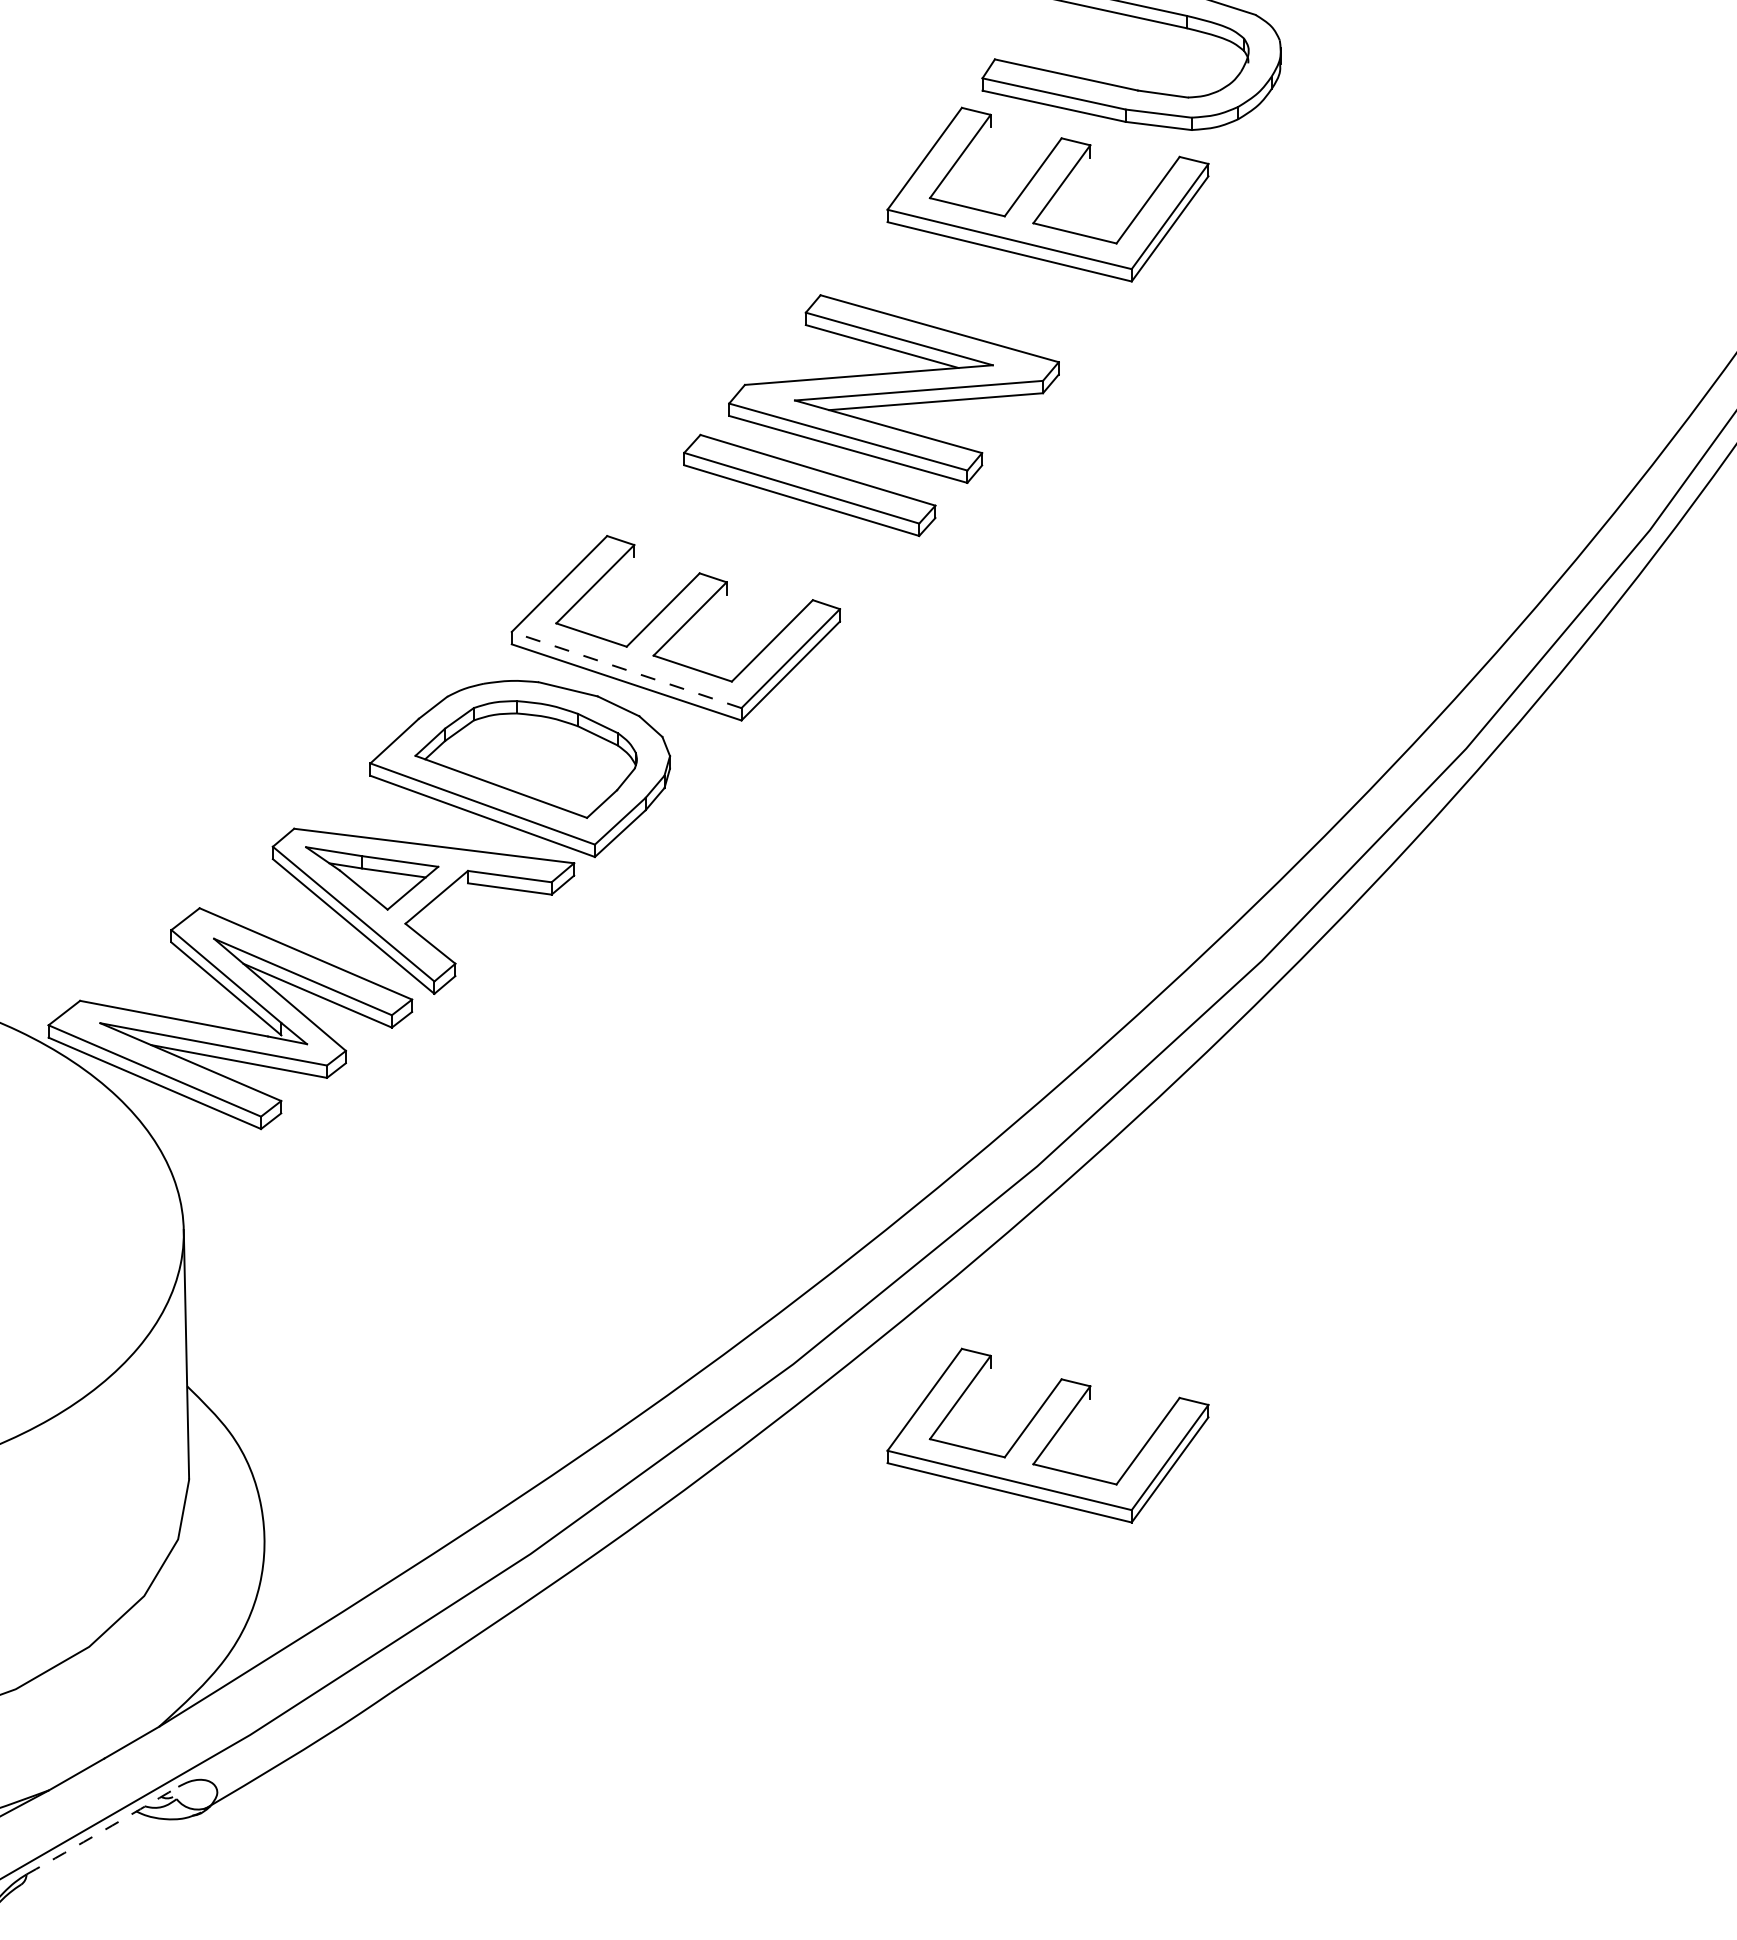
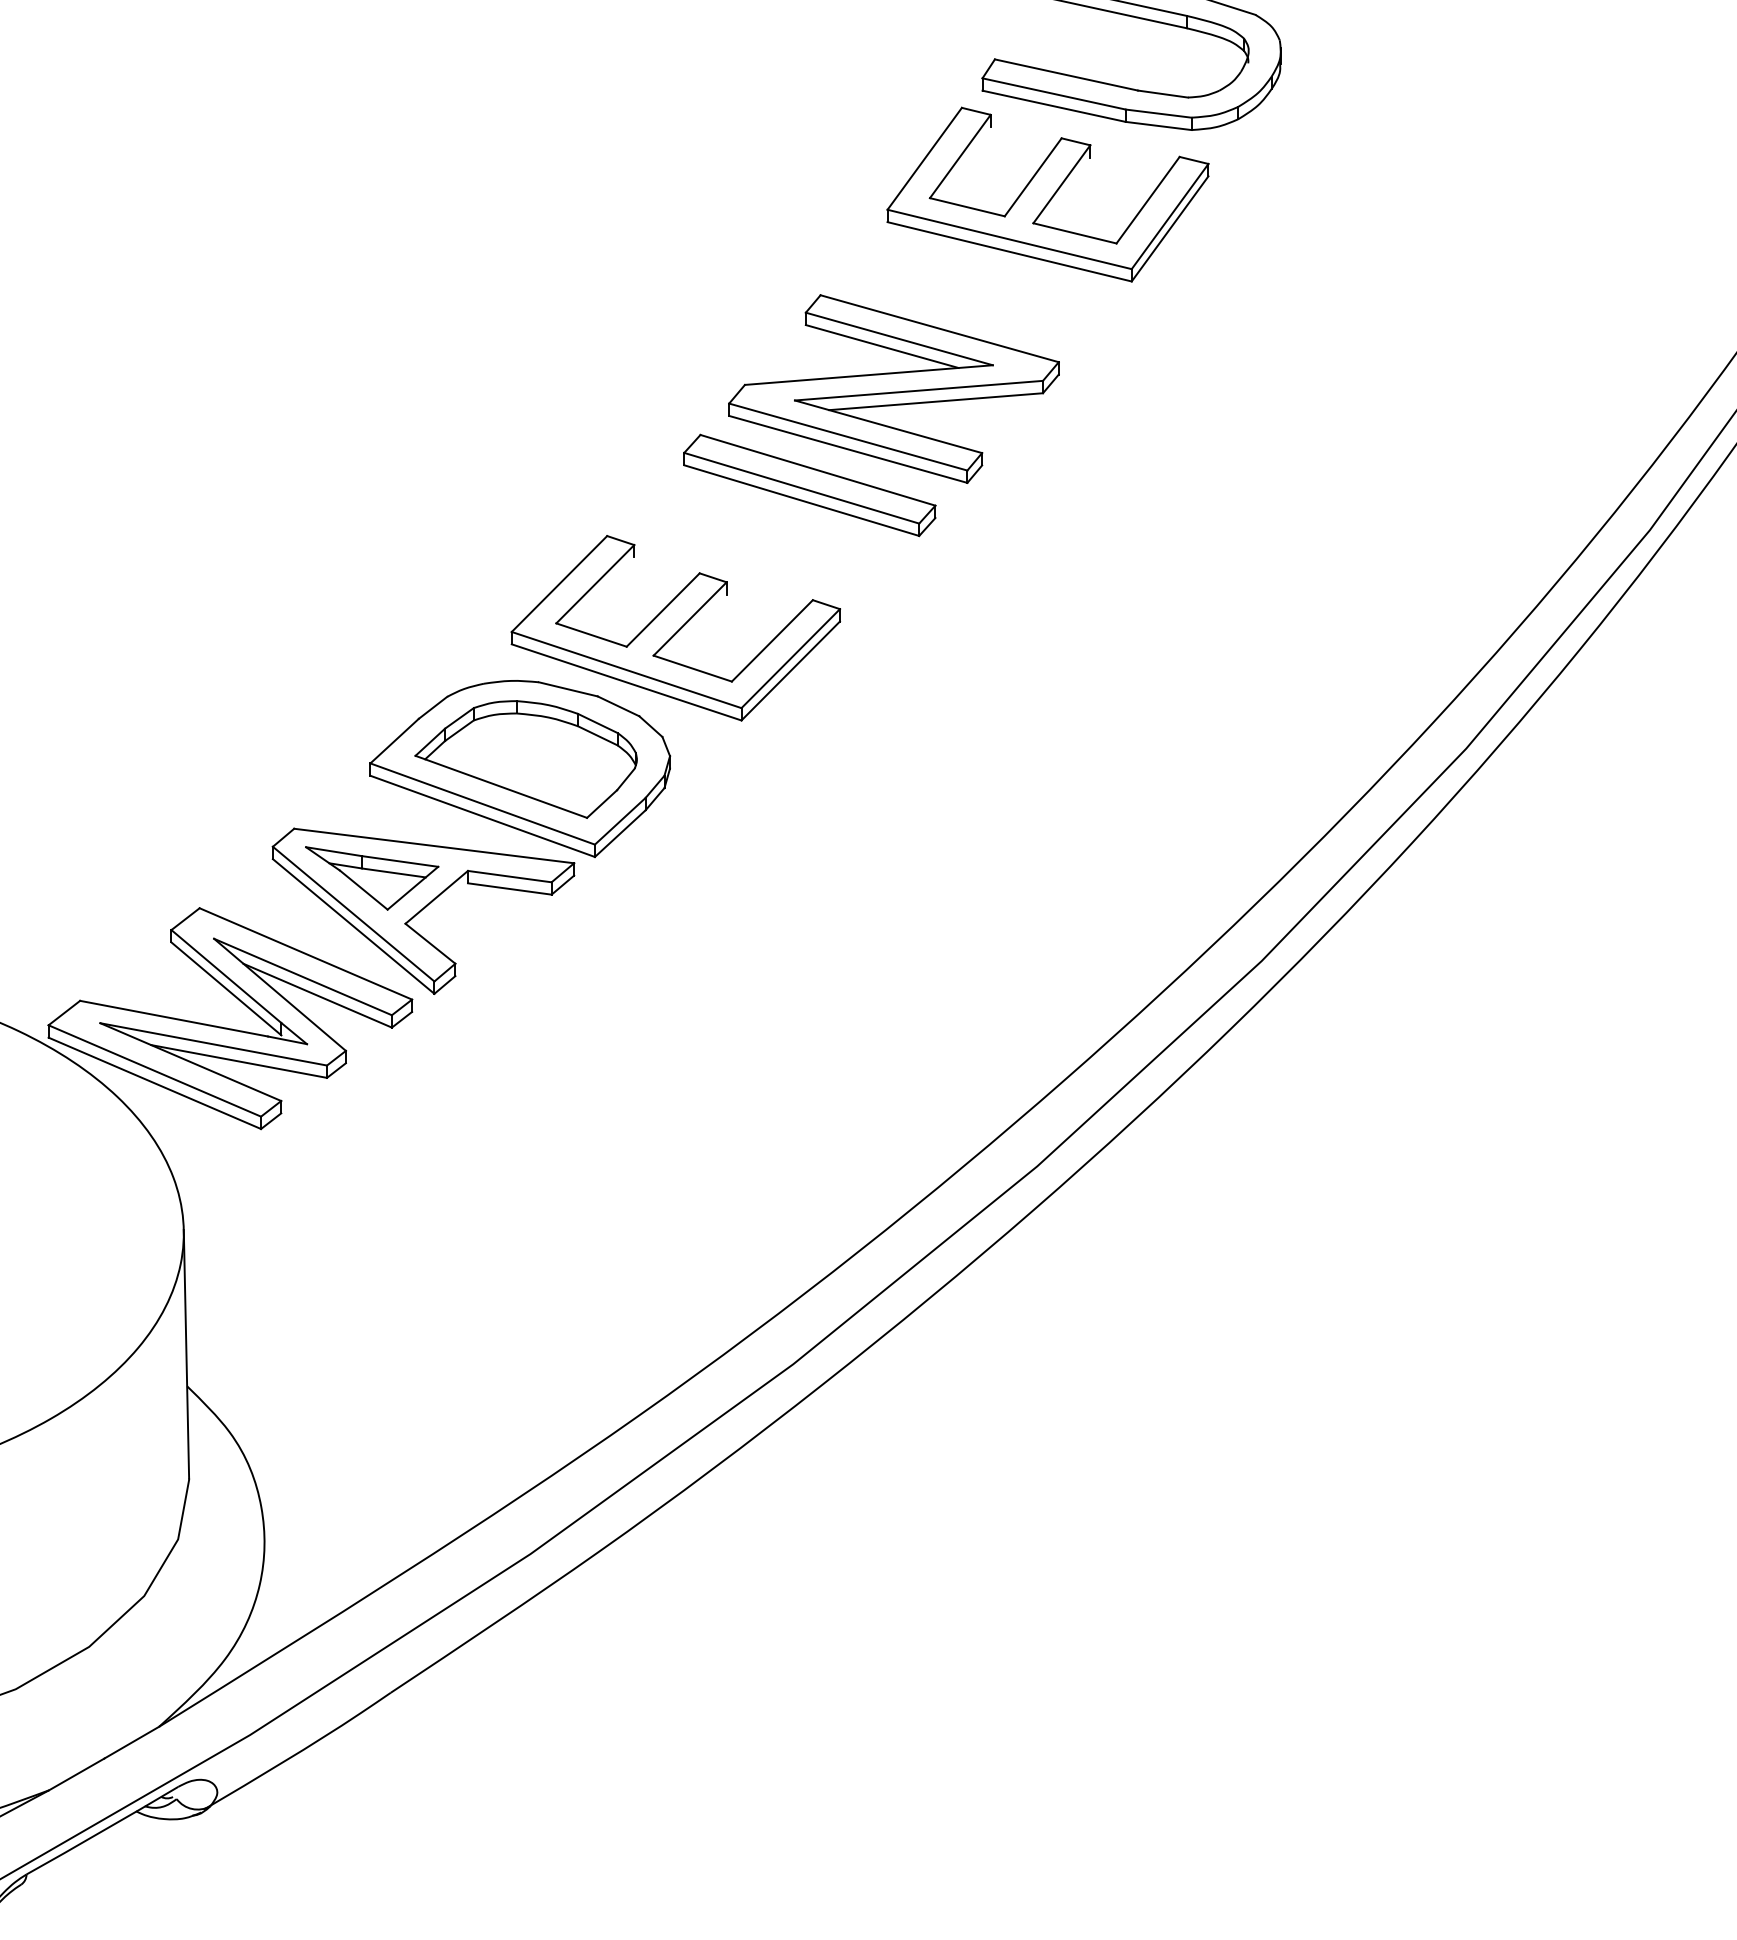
line at (626, 669): dashed -> solid
part at (1047, 1435): present -> none
arc at (102, 1831): dashed -> solid
